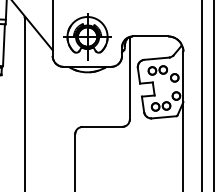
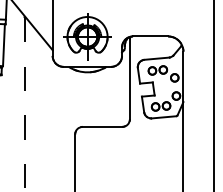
line at (202, 95): present -> none
line at (24, 104): solid -> dashed
